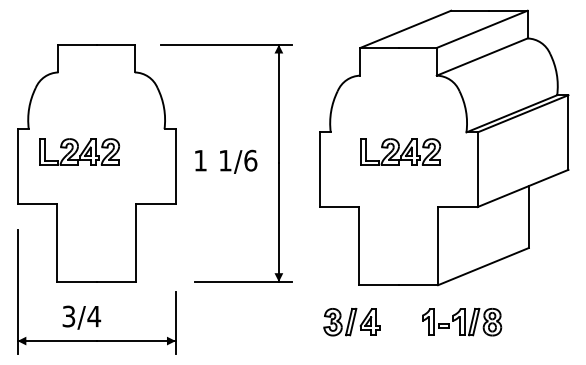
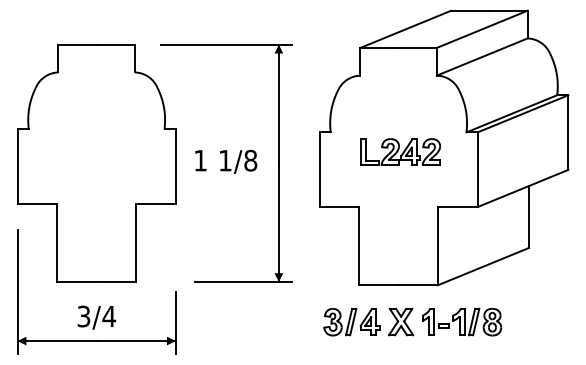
part at (79, 151): present -> none
text at (250, 160): 1/6 -> 1/8
text at (81, 317) position: (81, 317) -> (96, 317)
part at (401, 321): none -> present
